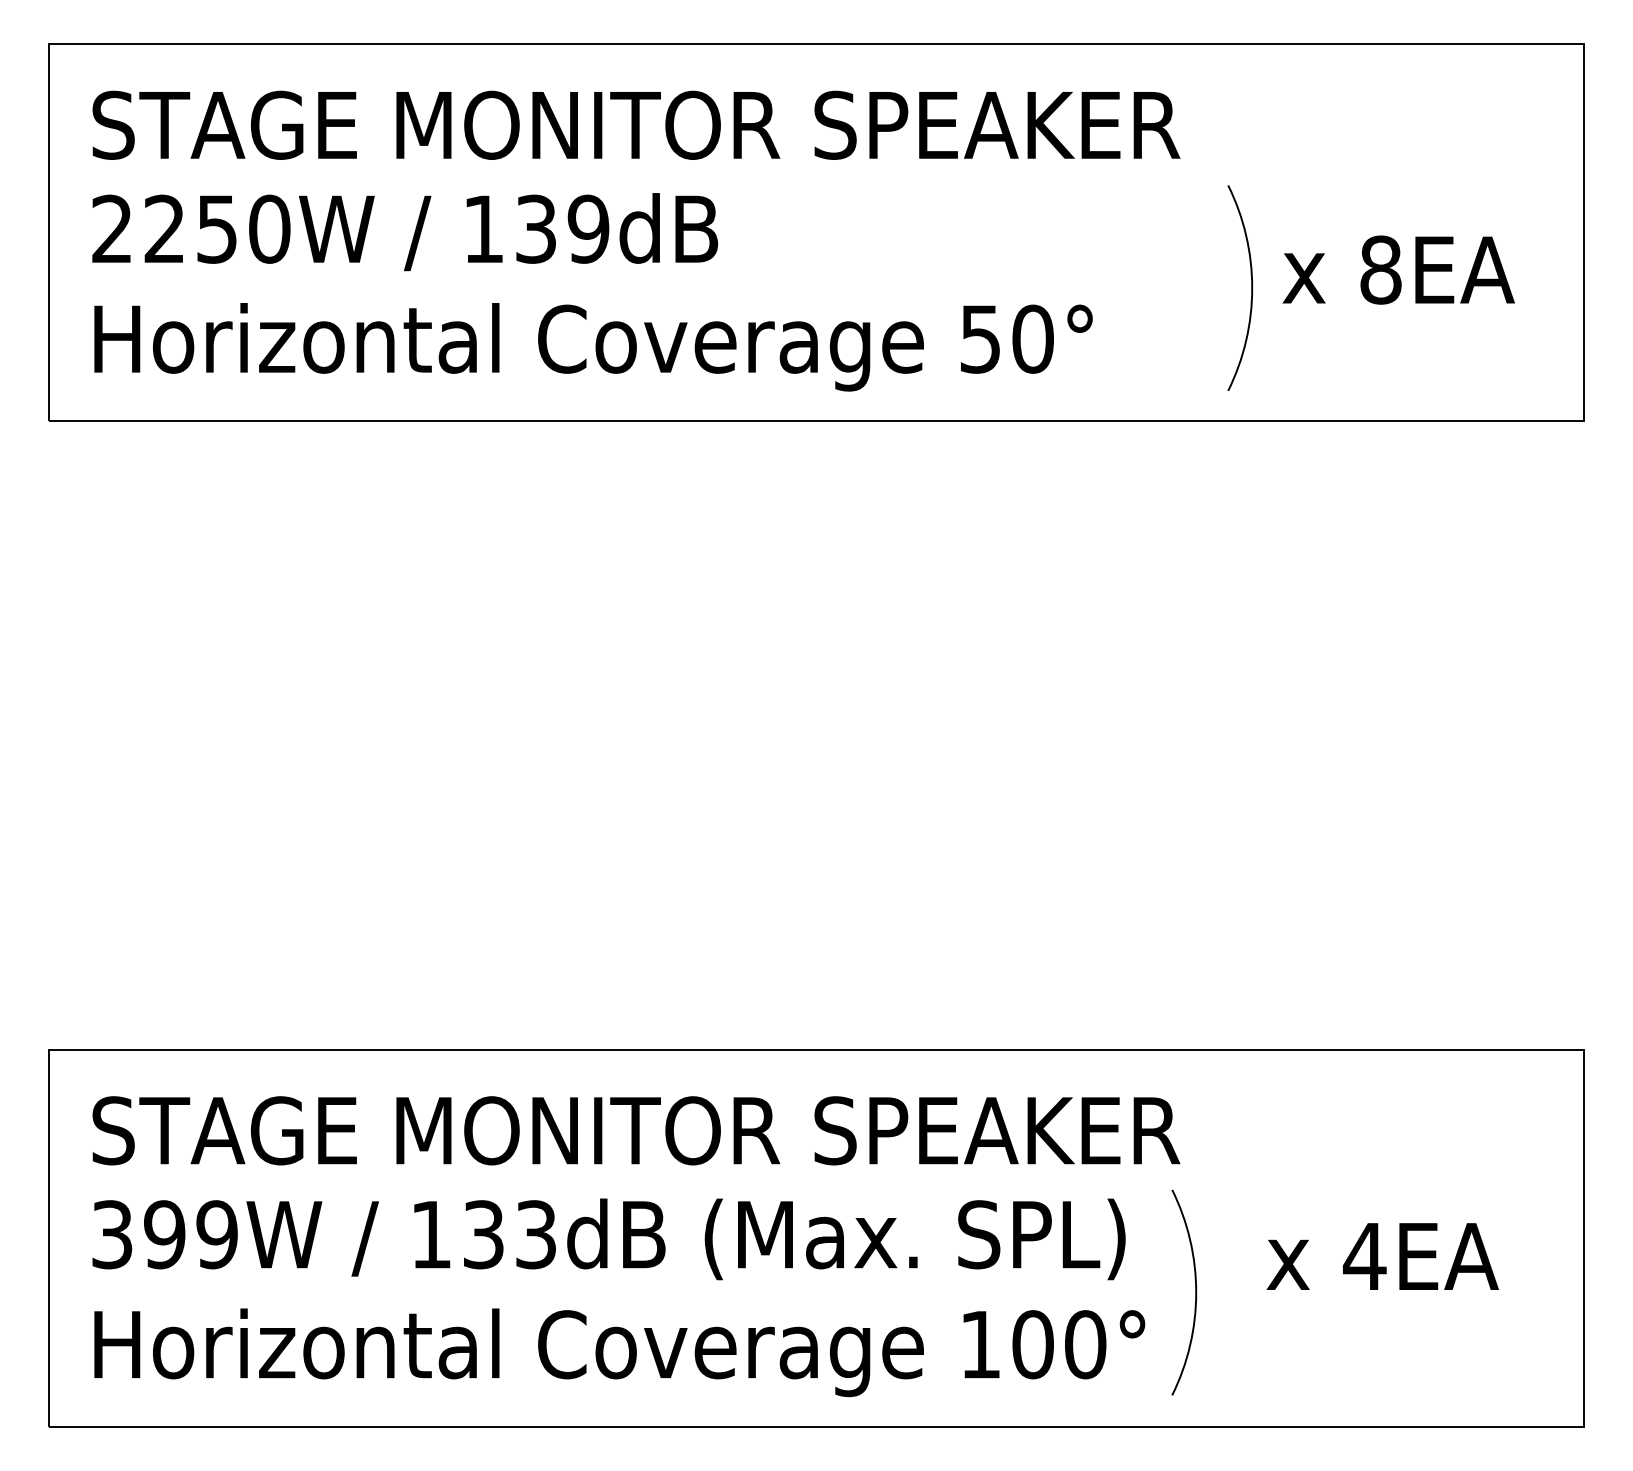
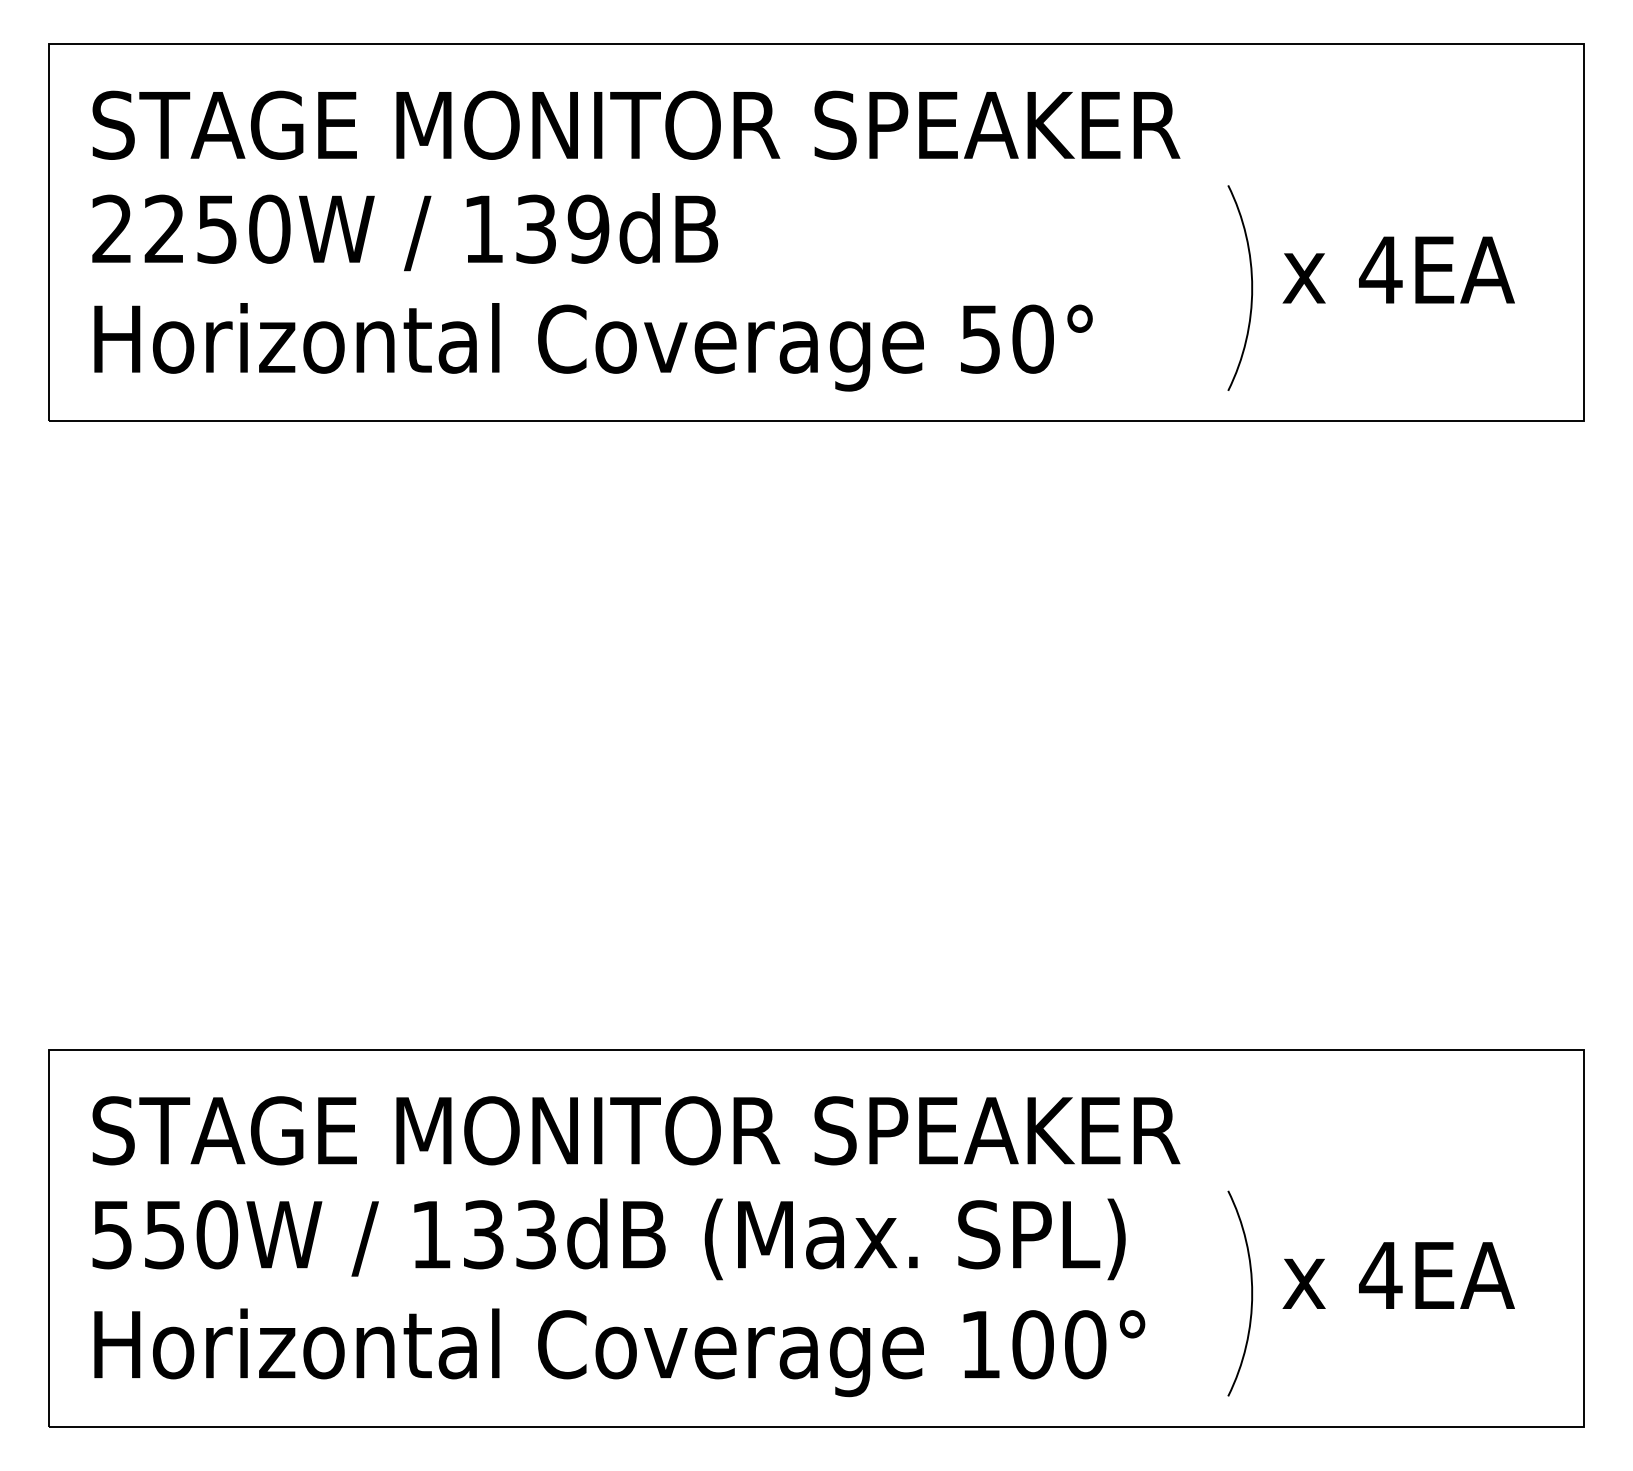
text at (1380, 269): 8EA -> 4EA
text at (165, 1234): 399W -> 550W
text at (1382, 1256) position: (1382, 1256) -> (1398, 1275)
arc at (1195, 1292) position: (1195, 1292) -> (1251, 1293)
